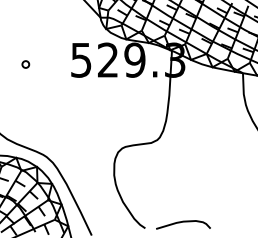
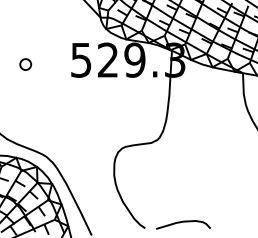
part at (25, 64) size: 10x9 px -> 14x13 px
